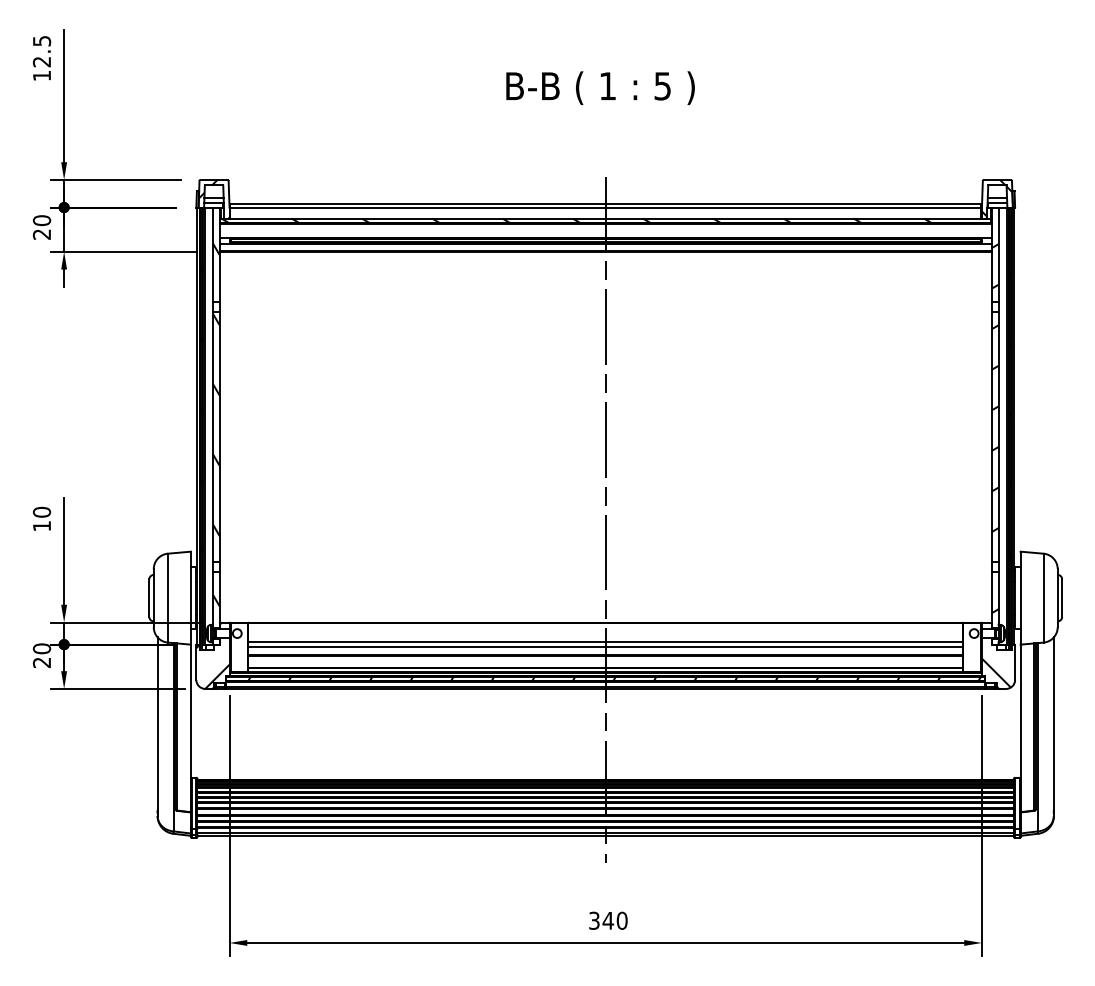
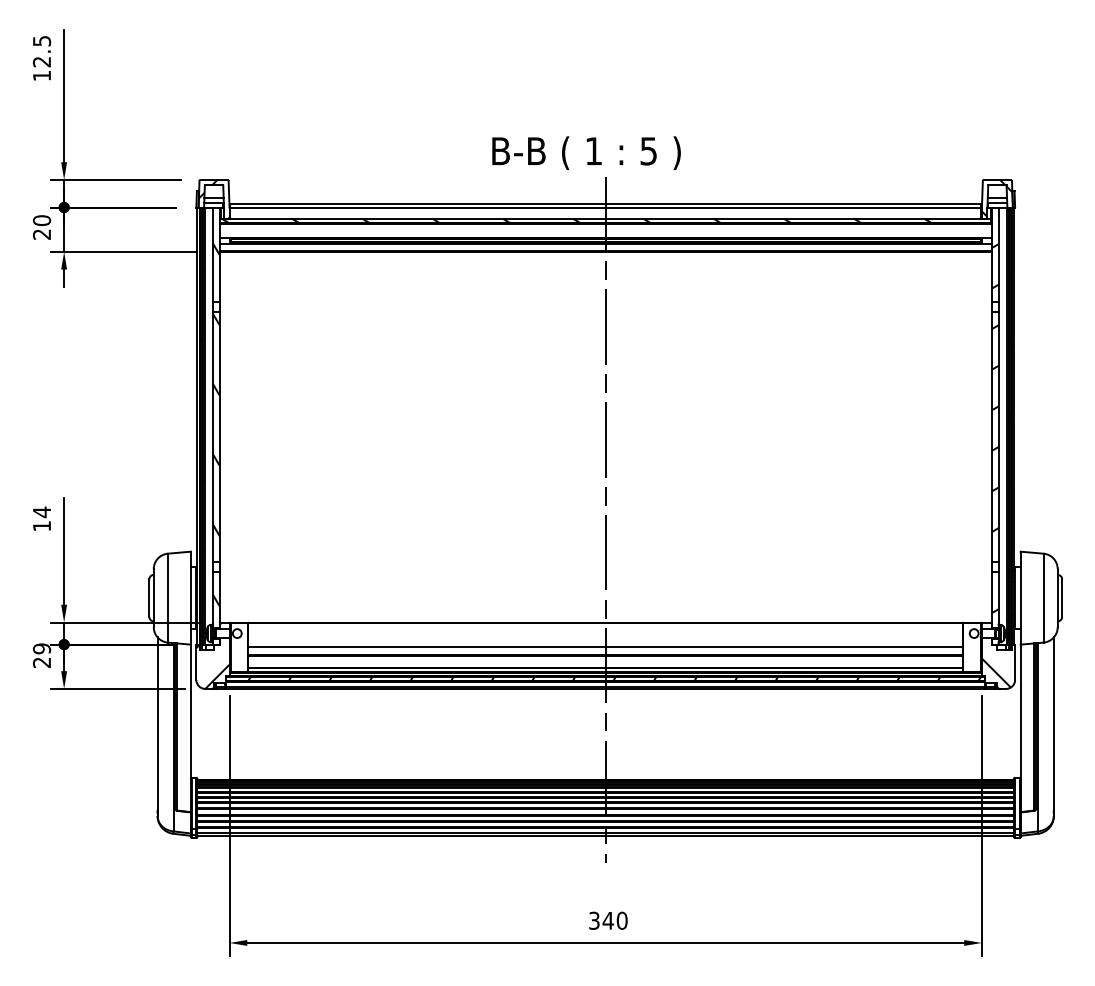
text at (600, 87) position: (600, 87) -> (586, 152)
text at (41, 512): 10 -> 14
line at (605, 642): present -> none
text at (42, 648): 20 -> 29
